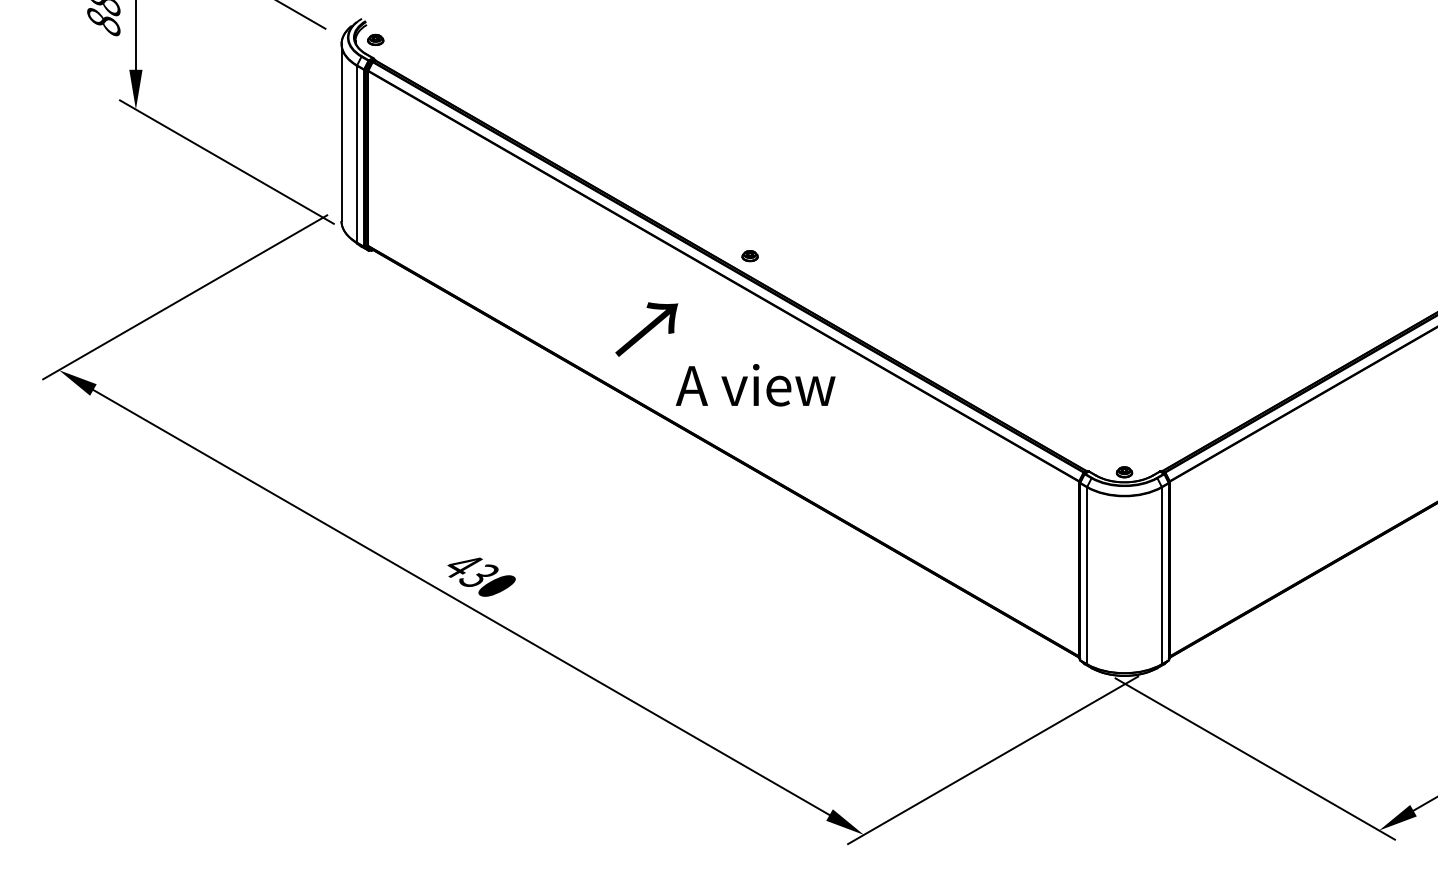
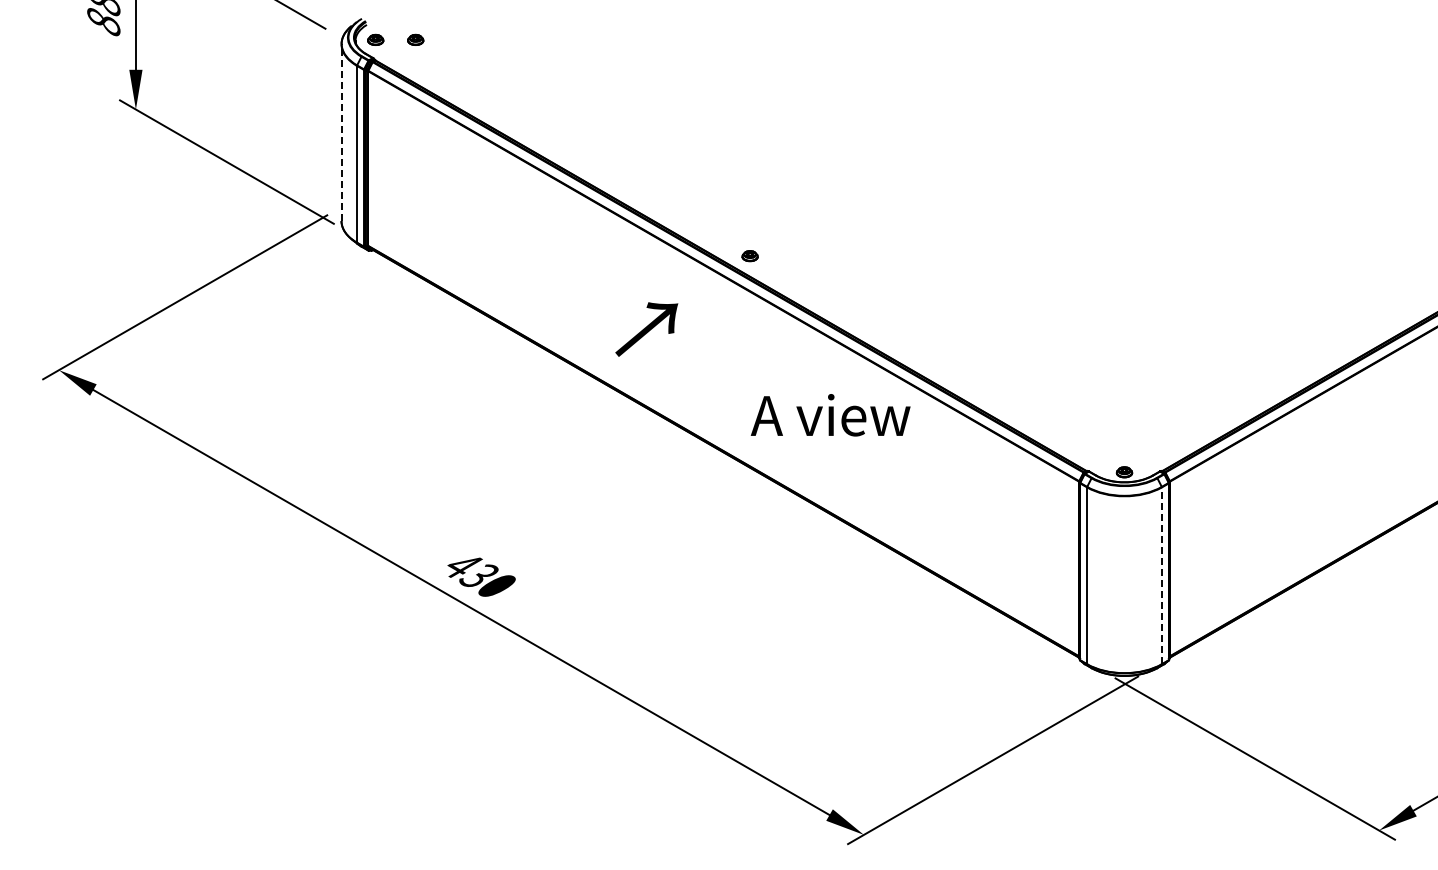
part at (415, 39): none -> present
line at (341, 132): solid -> dashed
text at (755, 385) position: (755, 385) -> (830, 415)
line at (1161, 575): solid -> dashed
